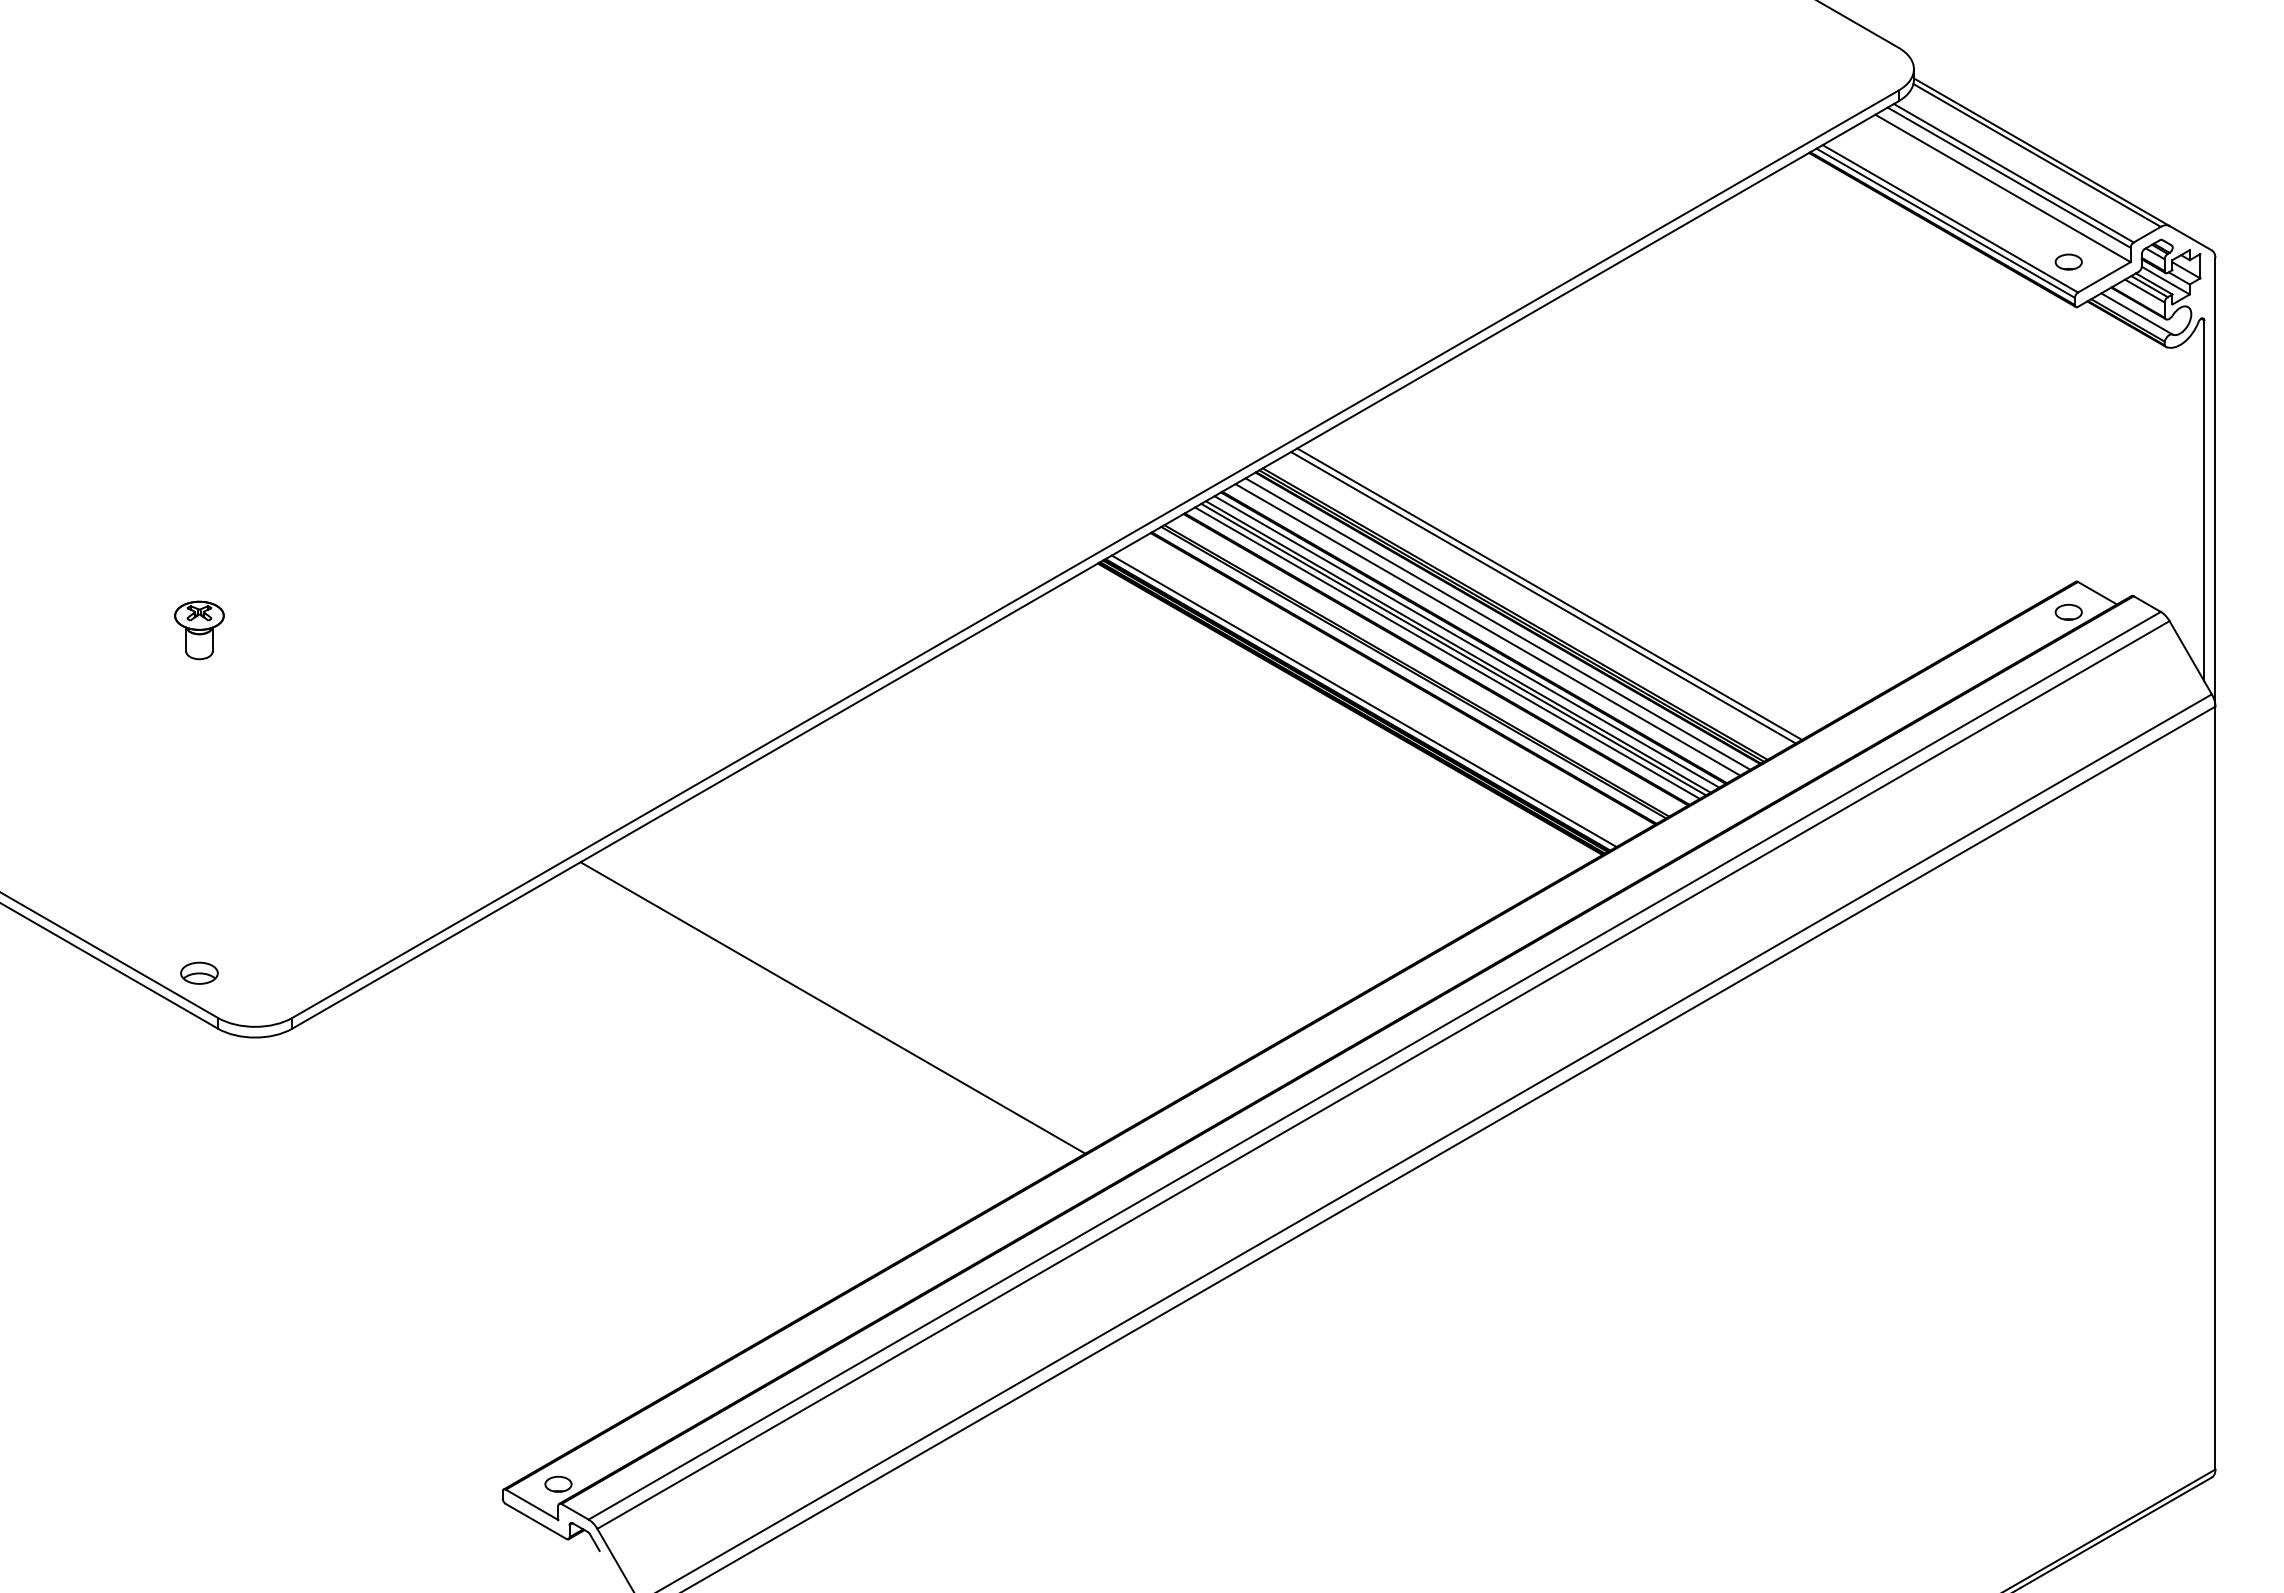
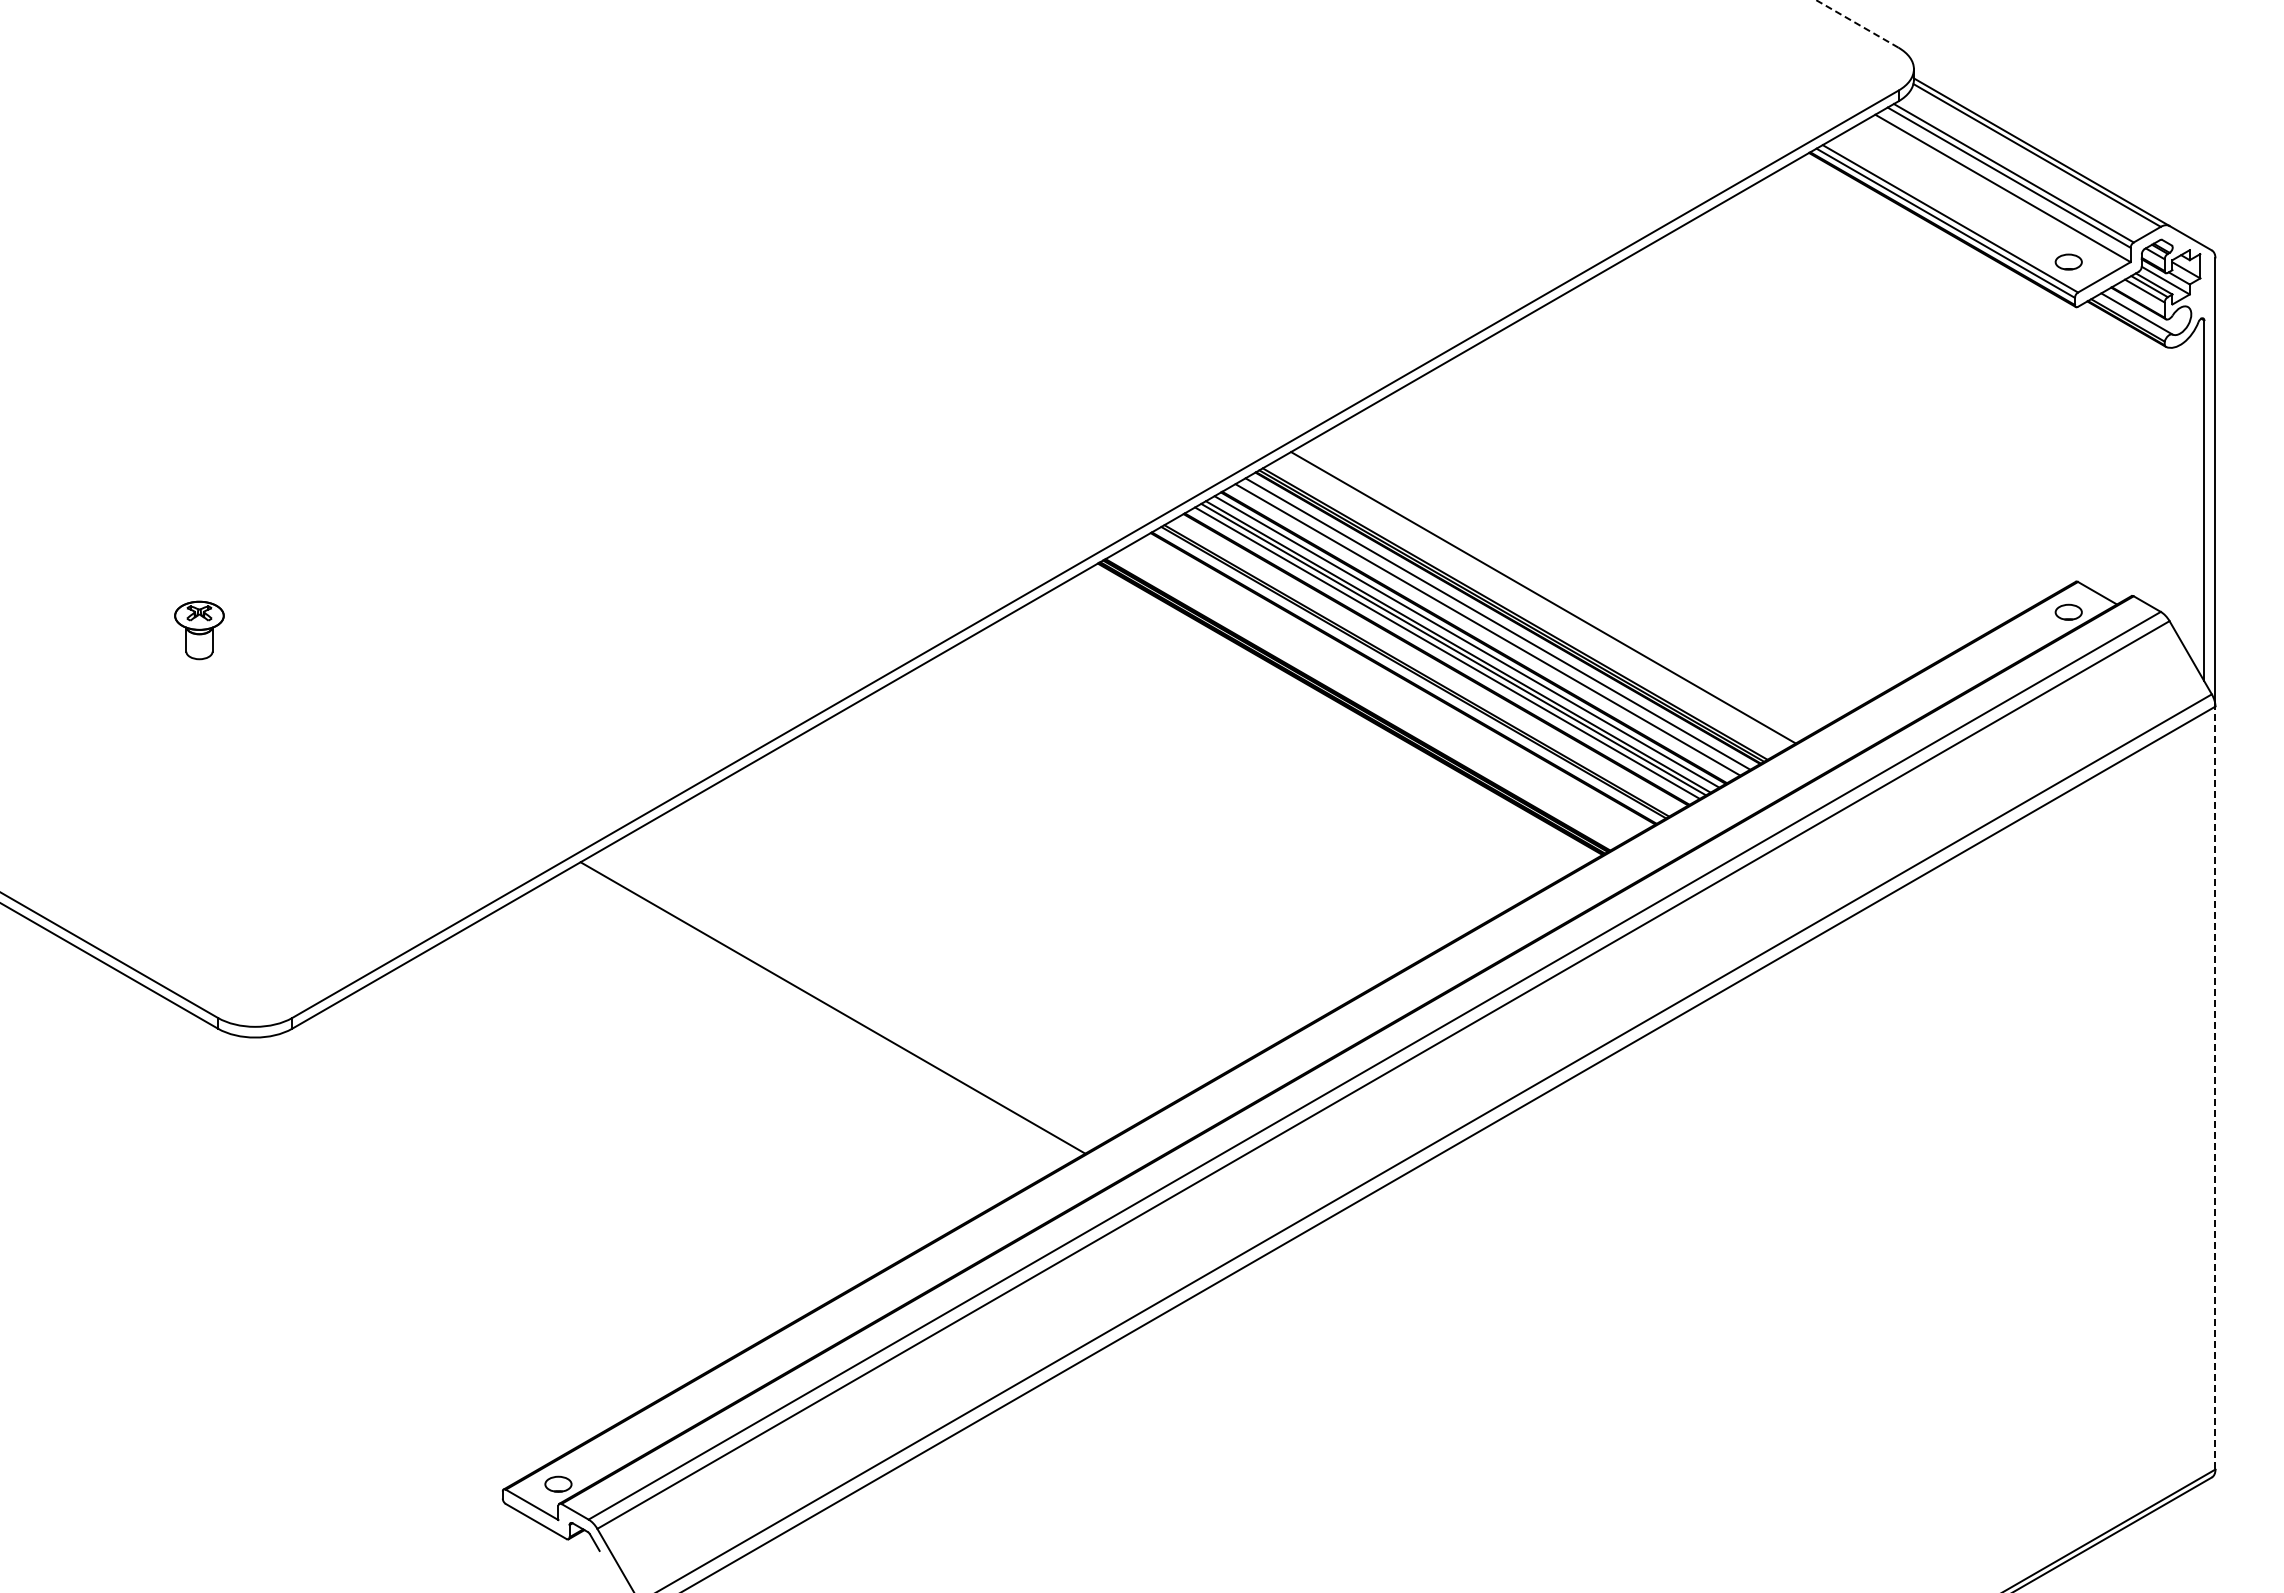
line at (1857, 23): solid -> dashed
line at (1549, 593): present -> none
line at (1363, 700): present -> none
part at (199, 972): present -> none
line at (2215, 1087): solid -> dashed
